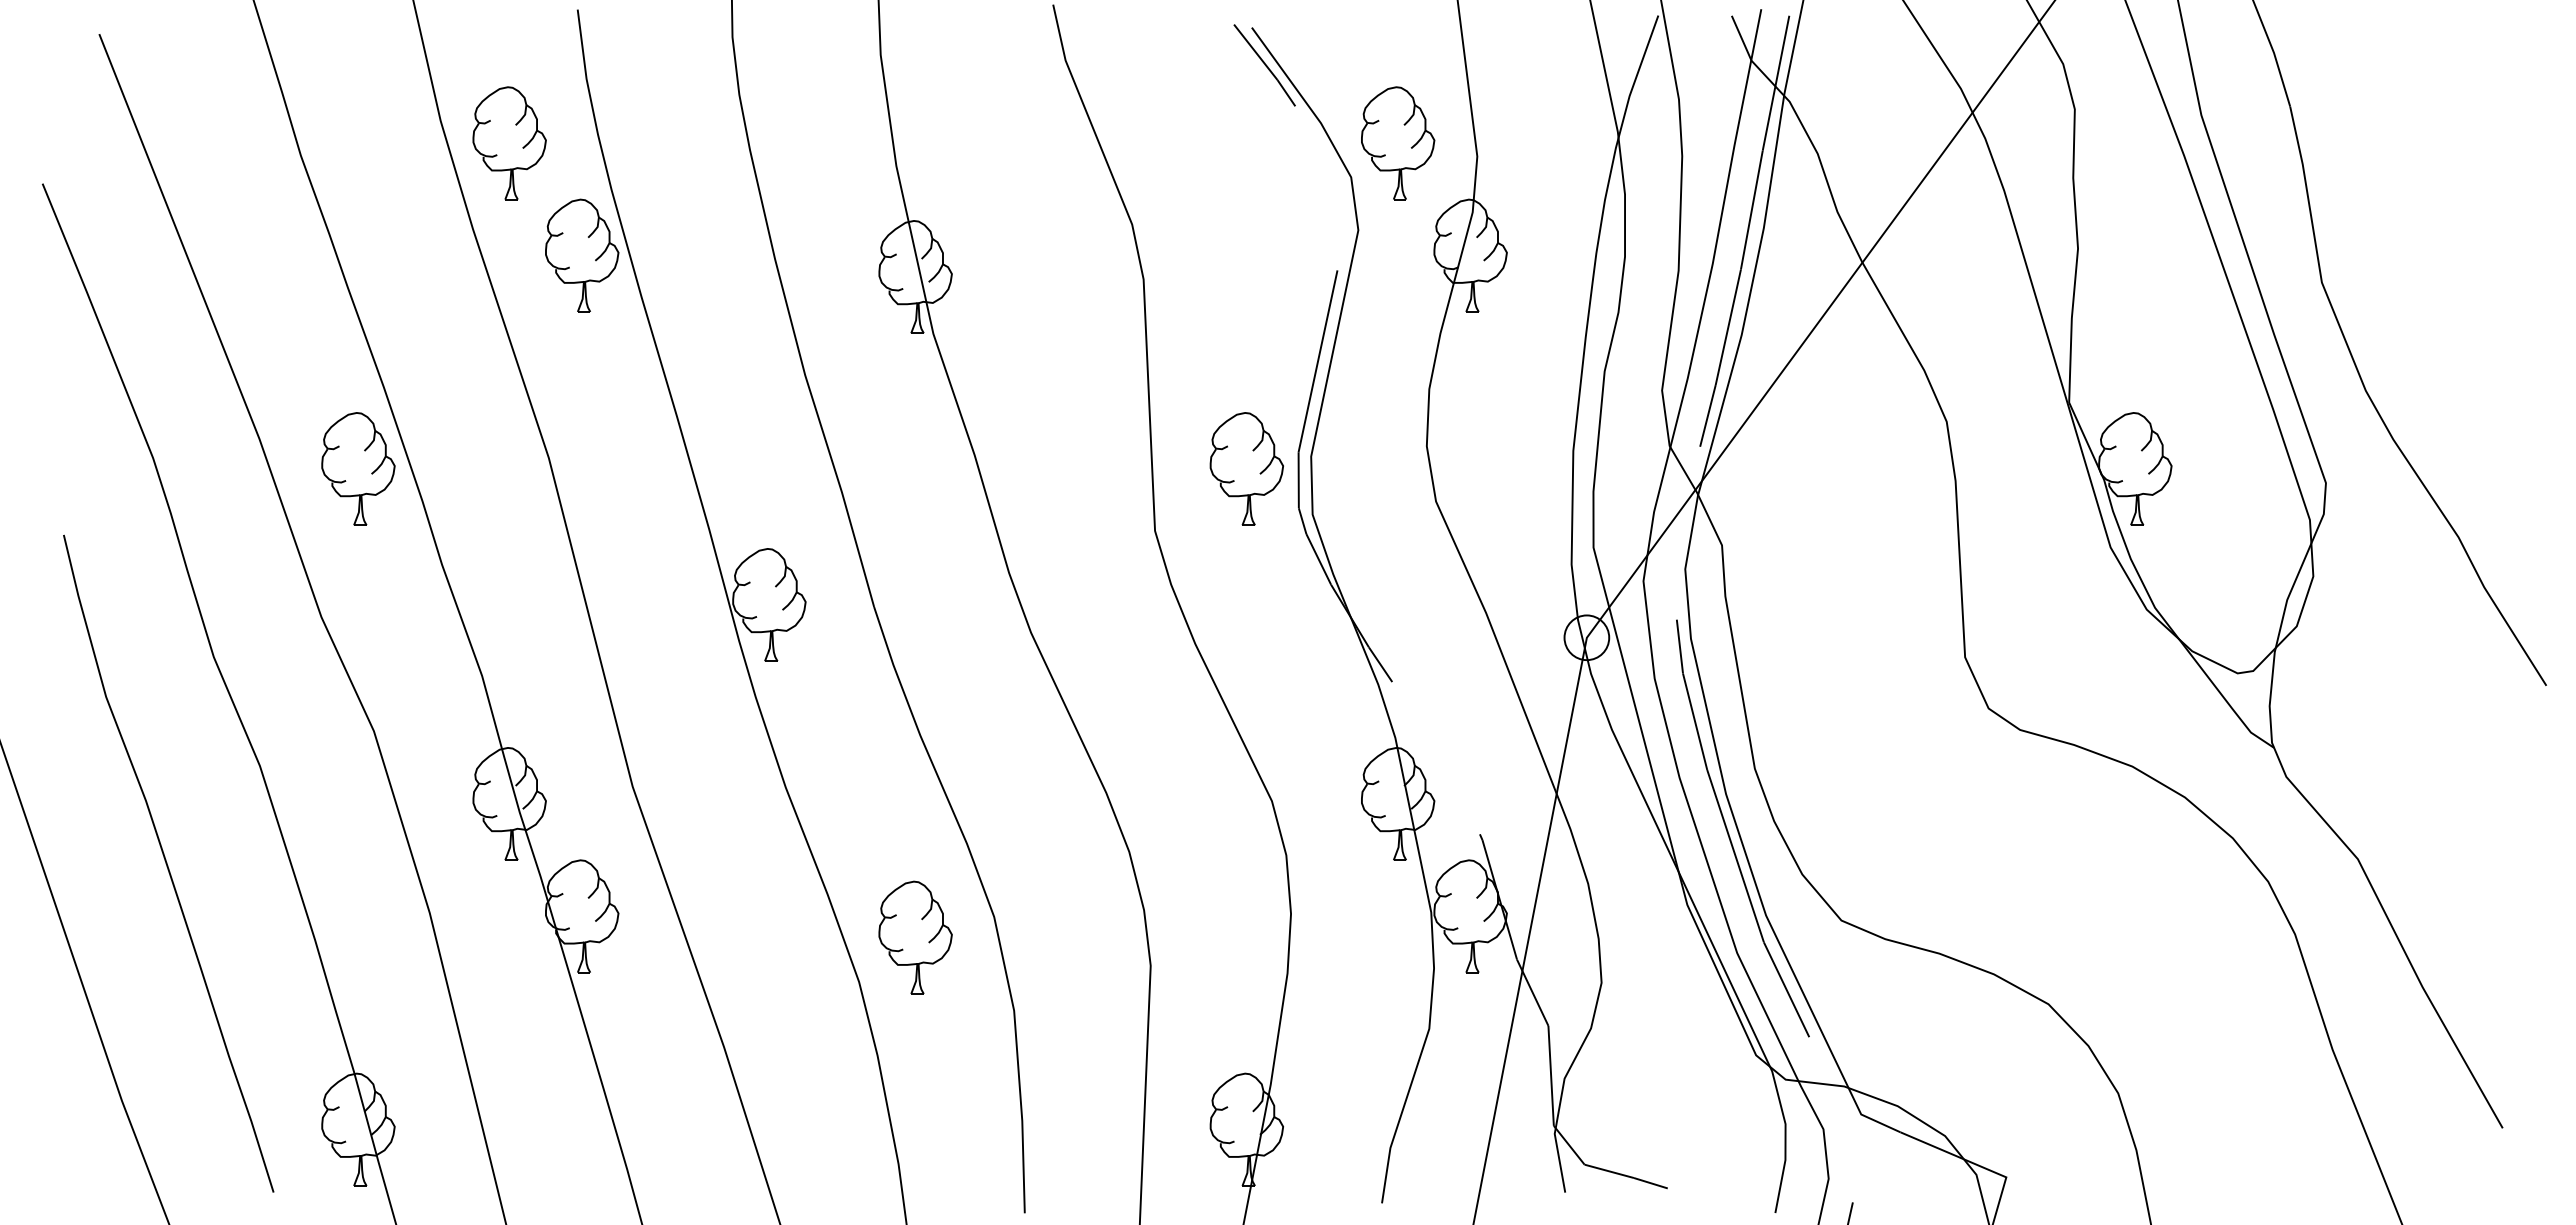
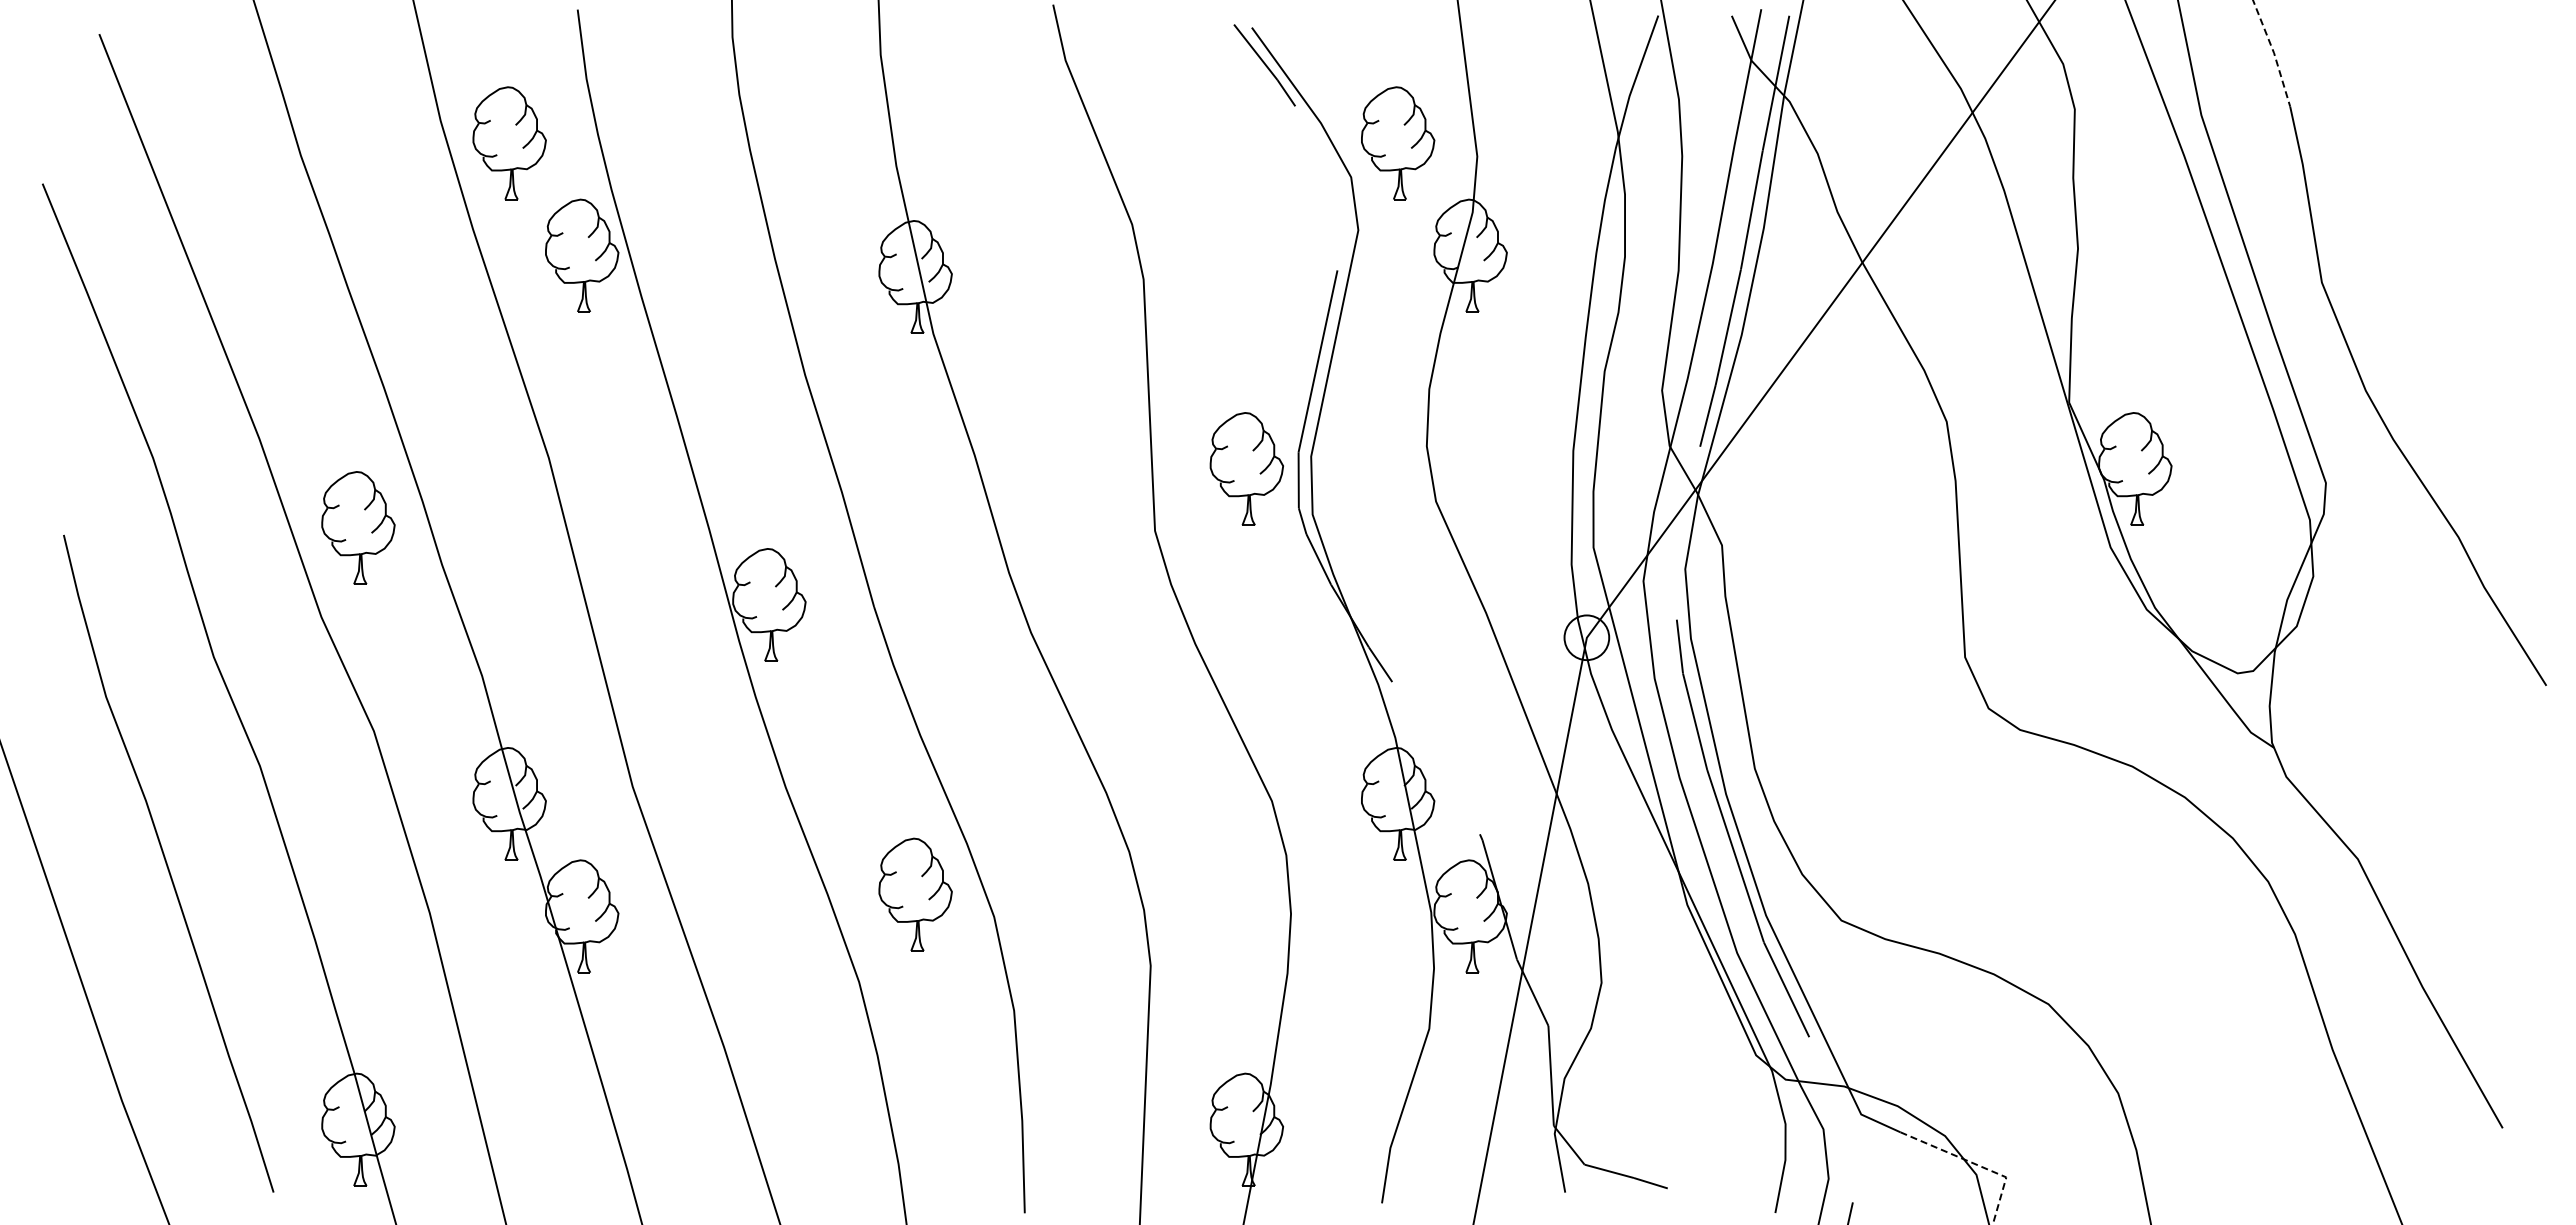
line at (2274, 53): solid -> dashed
part at (358, 468) position: (358, 468) -> (358, 527)
part at (915, 937) position: (915, 937) -> (915, 894)
line at (1976, 1164): solid -> dashed
